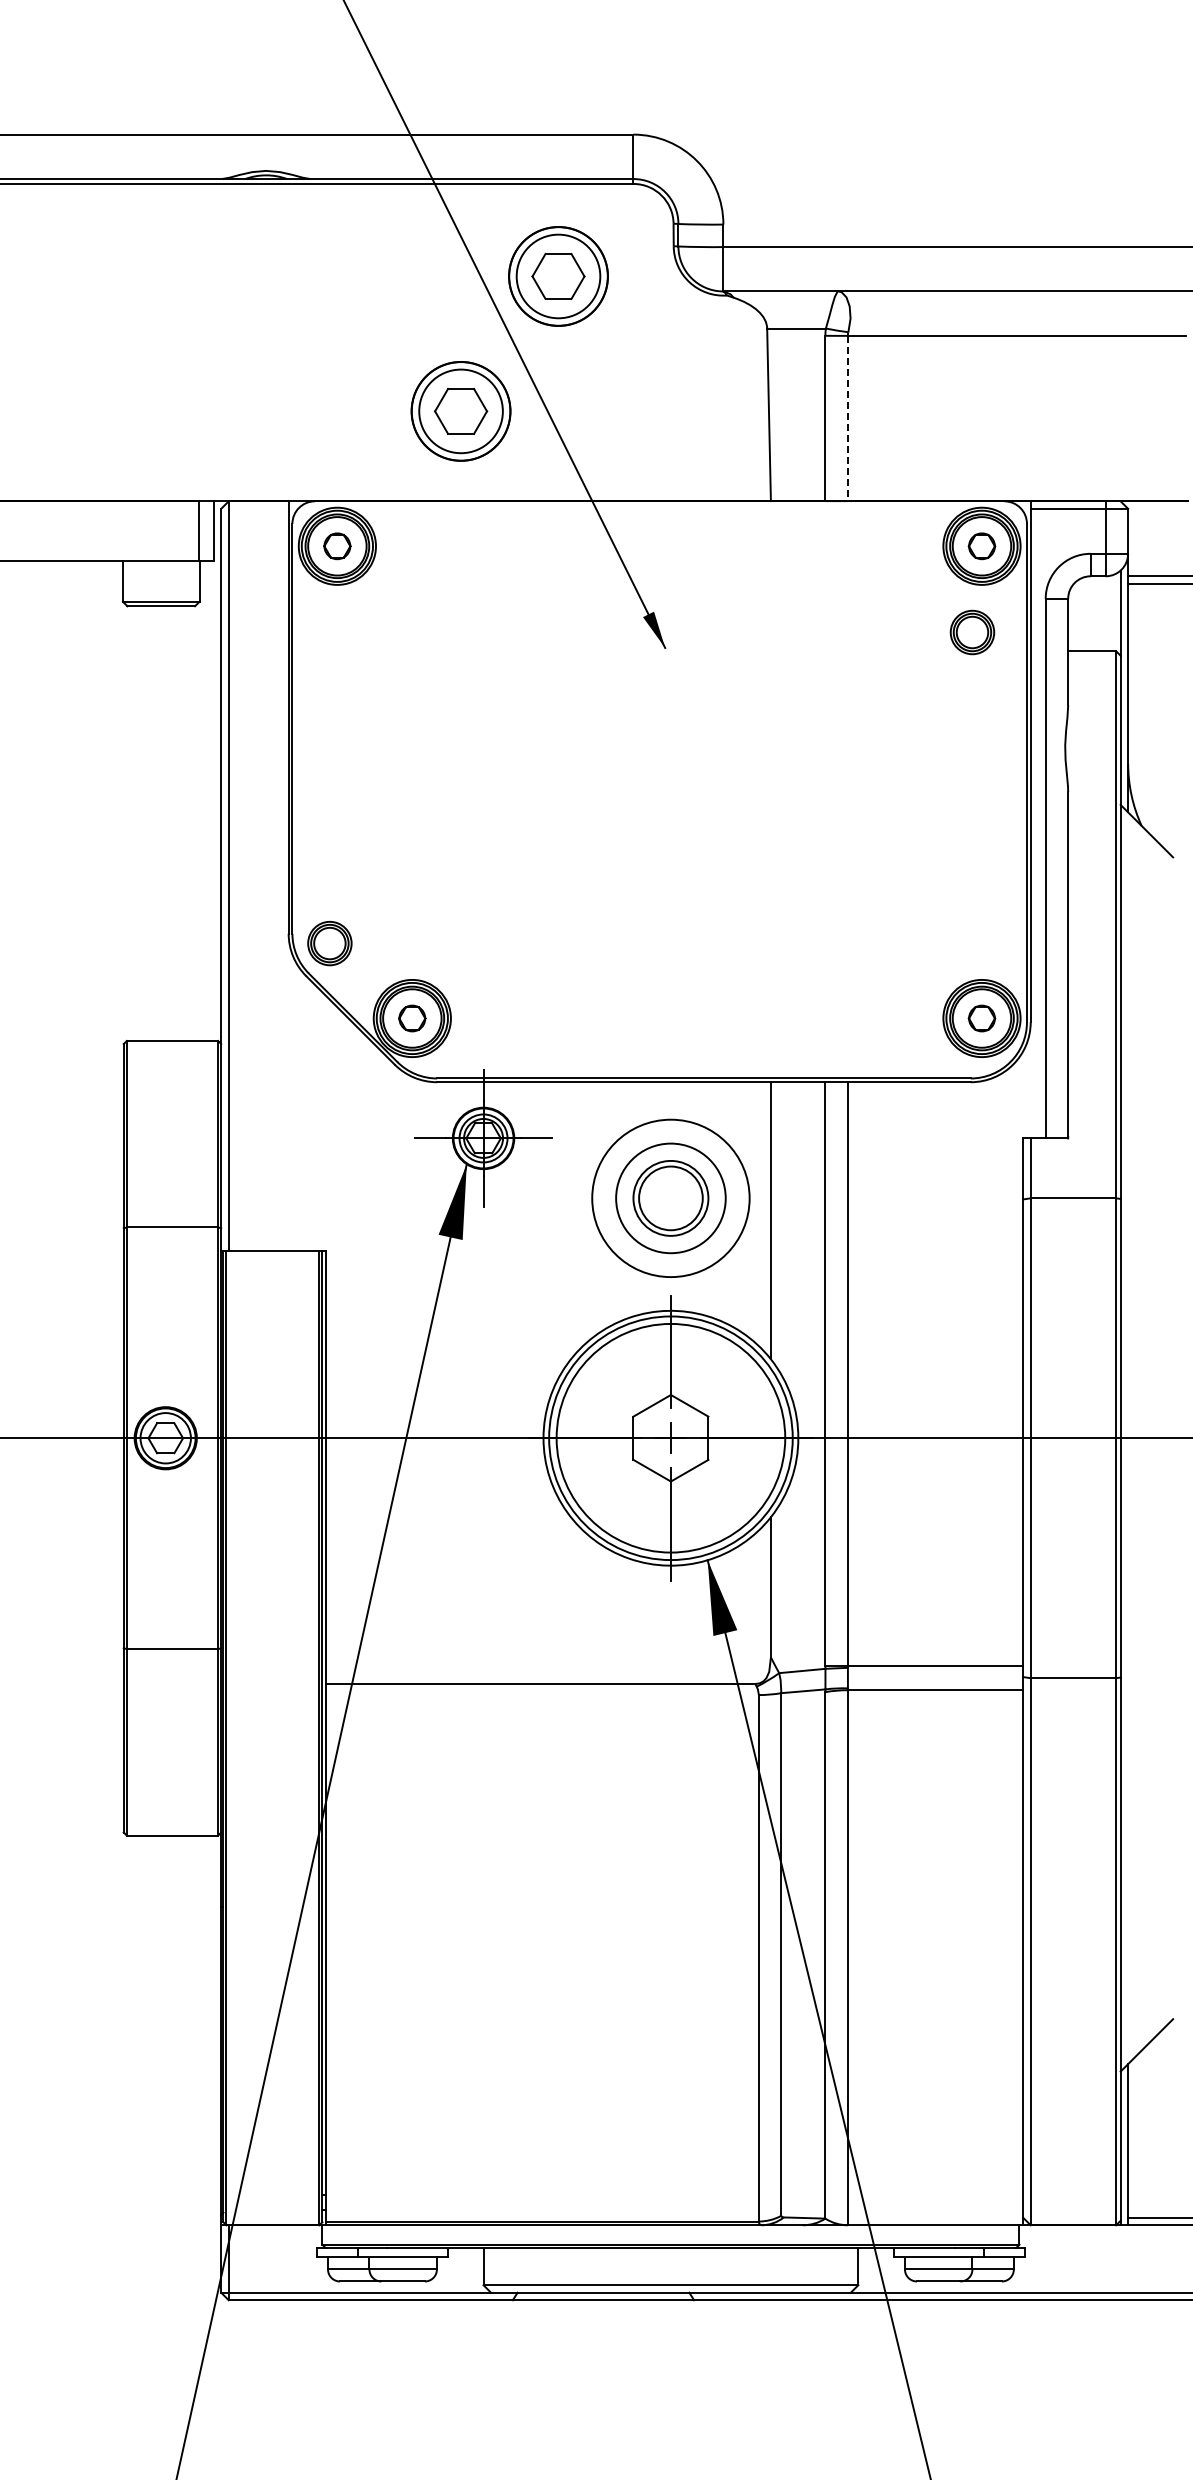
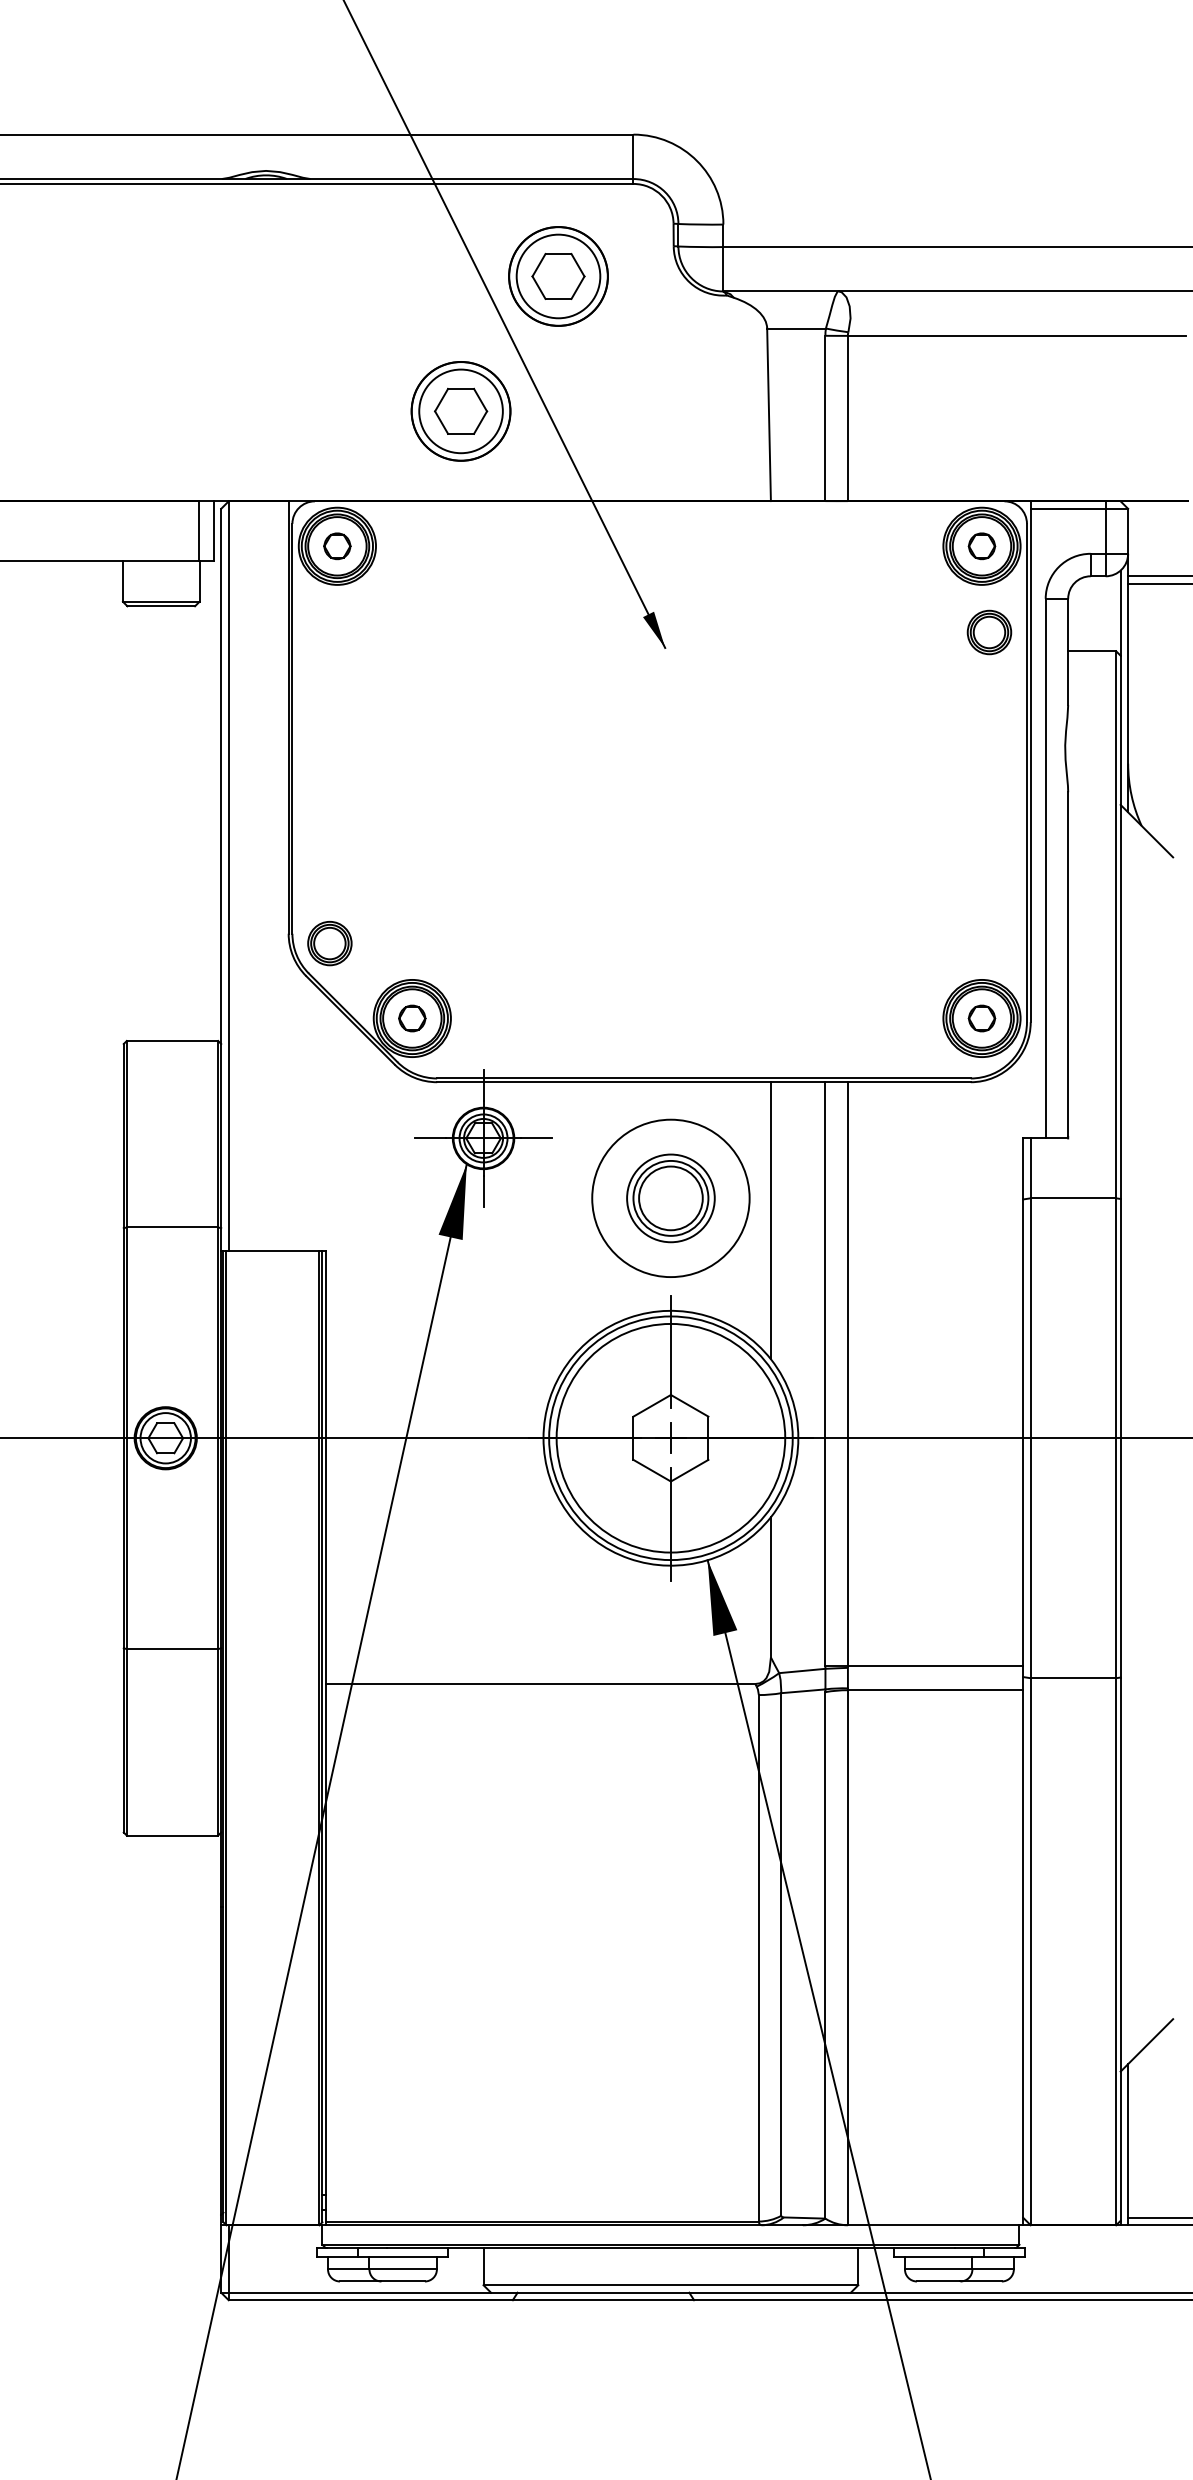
line at (847, 418): dashed -> solid
part at (972, 632) position: (972, 632) -> (989, 632)
circle at (670, 1198) diameter: 110 px -> 88 px
